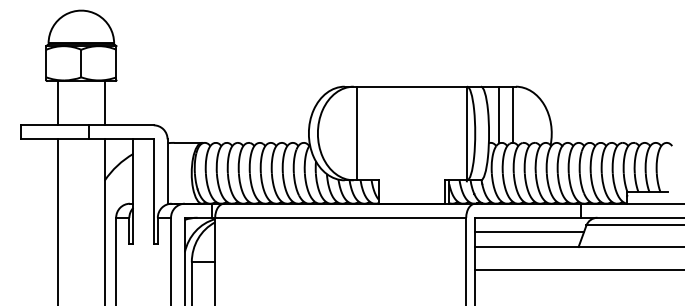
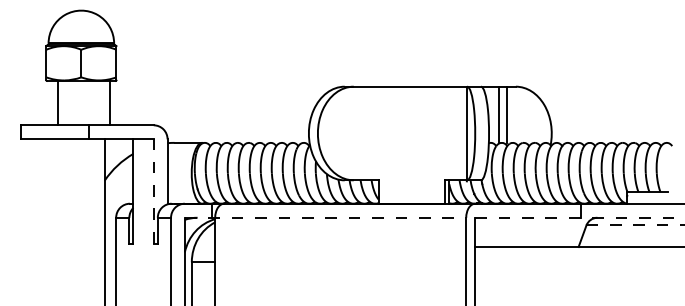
line at (104, 102) position: (104, 102) -> (109, 102)
line at (513, 114) position: (513, 114) -> (507, 114)
line at (356, 133): present -> none
line at (153, 190): solid -> dashed
line at (325, 217): solid -> dashed
line at (580, 217): solid -> dashed
line at (57, 220): present -> none
line at (635, 225): solid -> dashed
line at (529, 231): present -> none
line at (578, 270): present -> none
